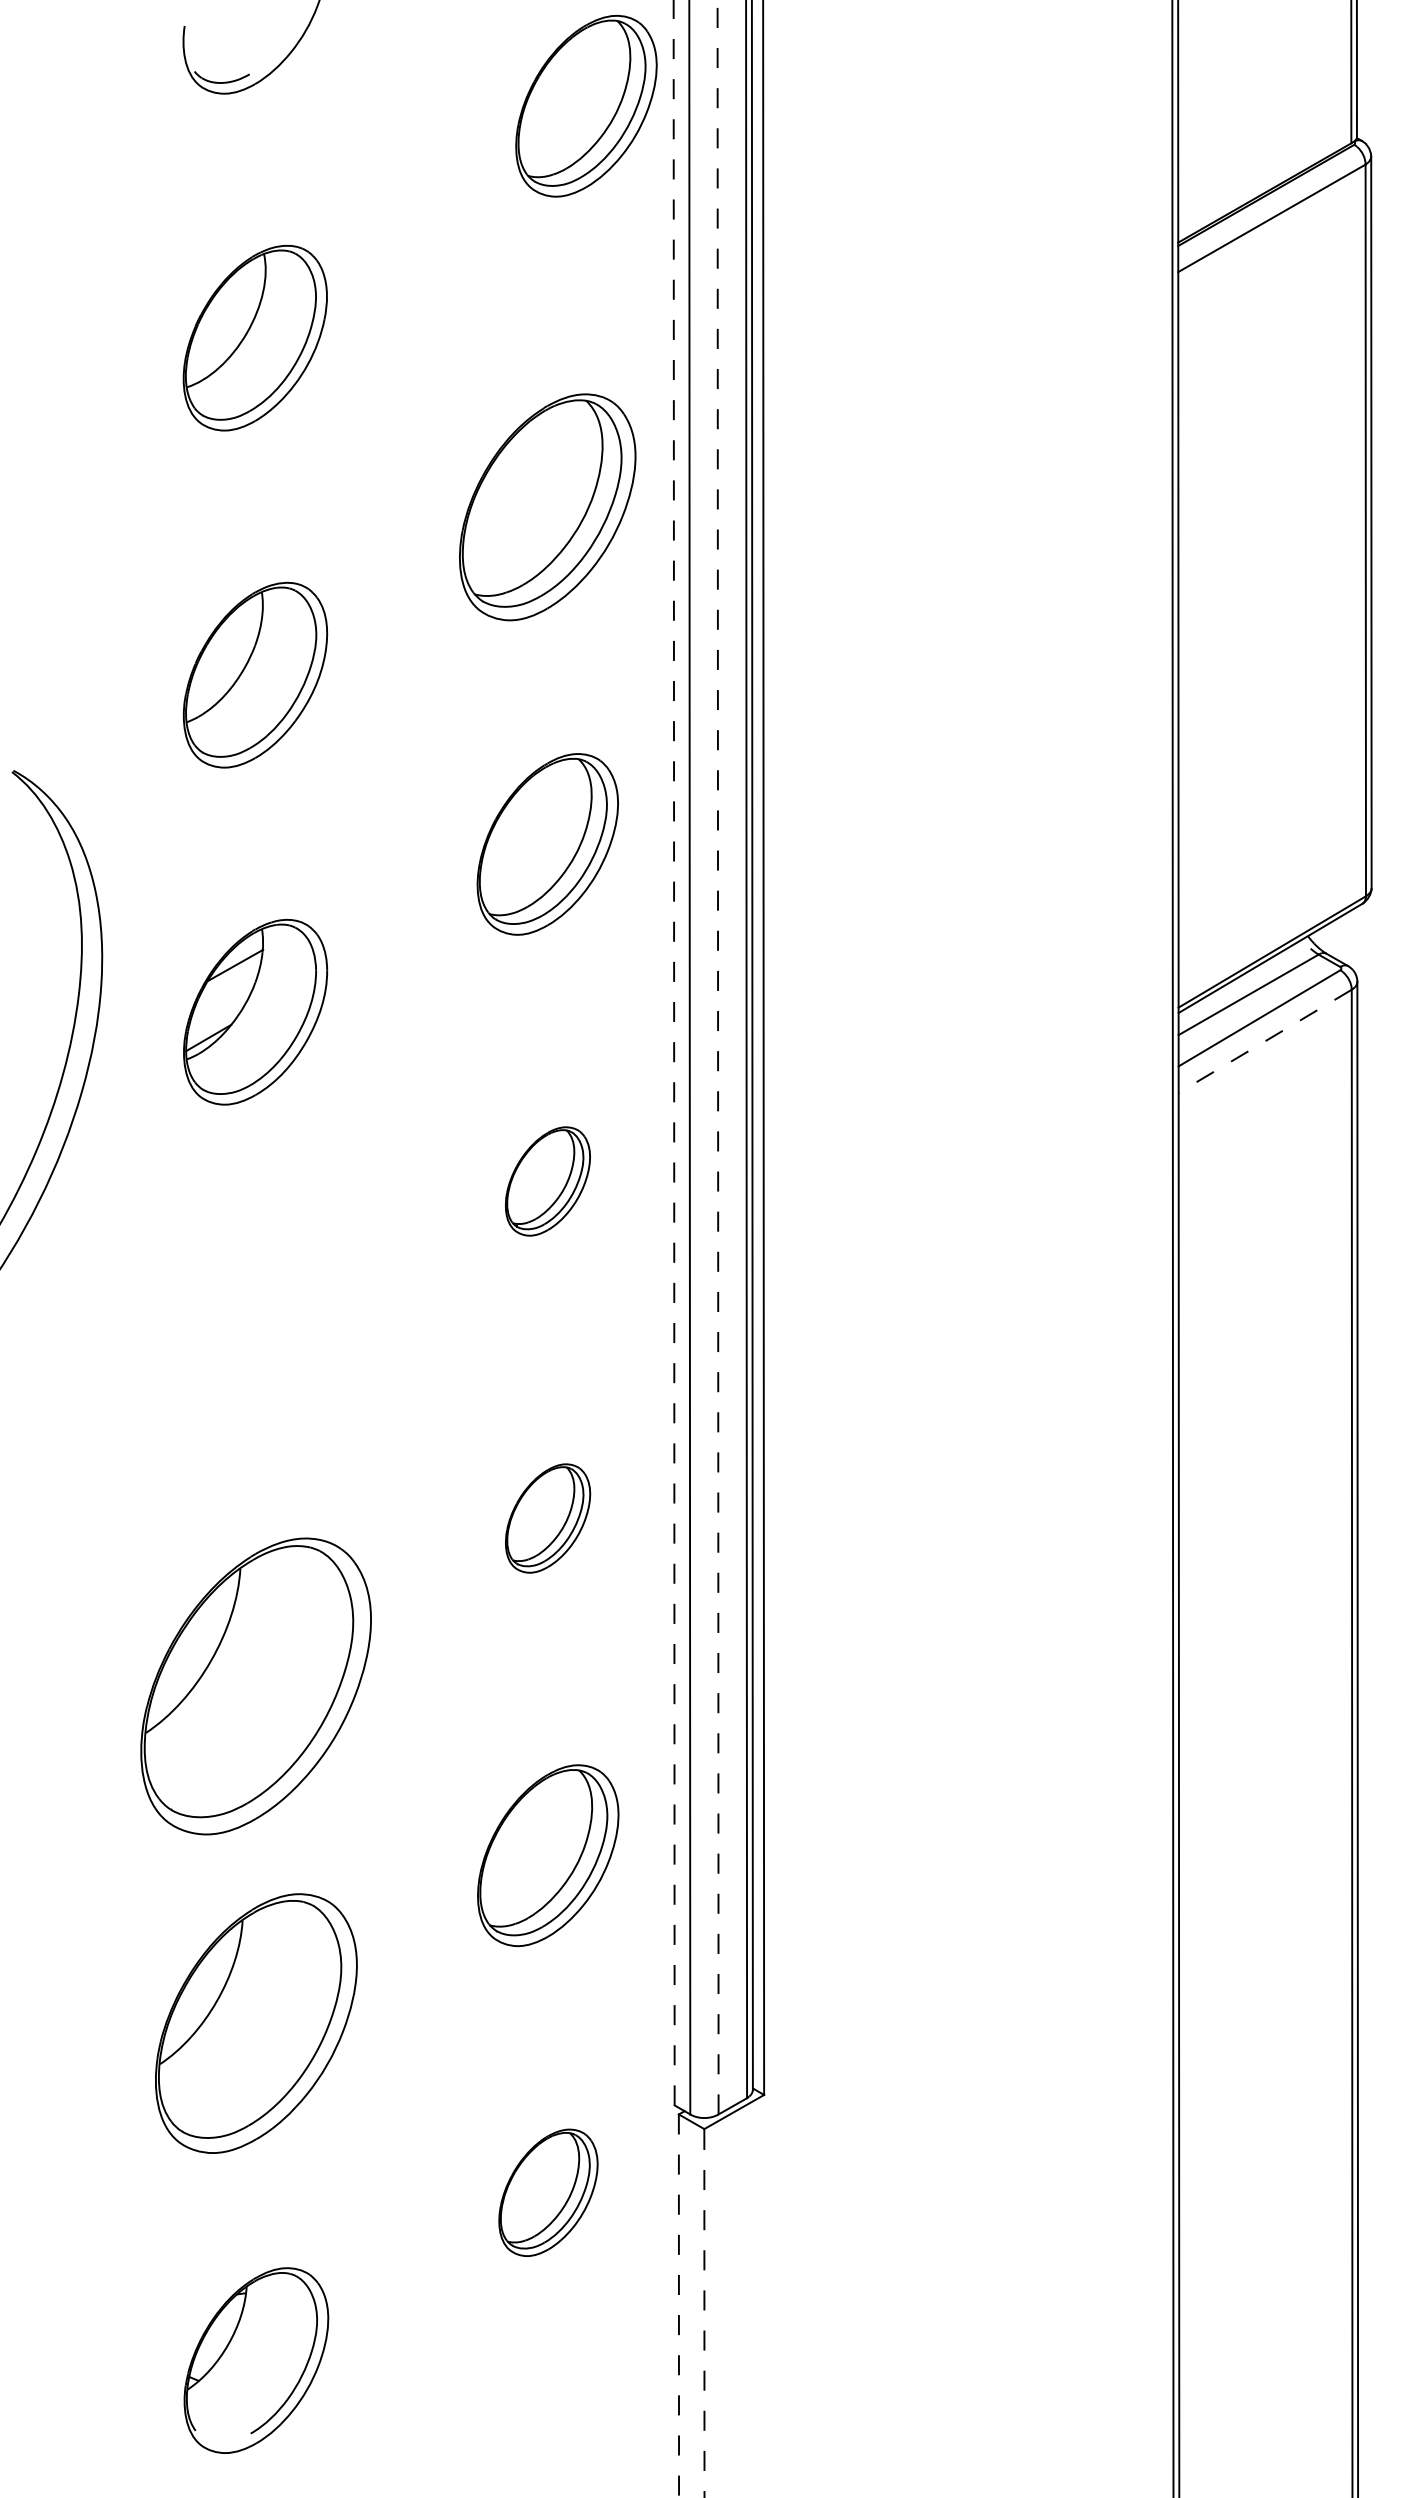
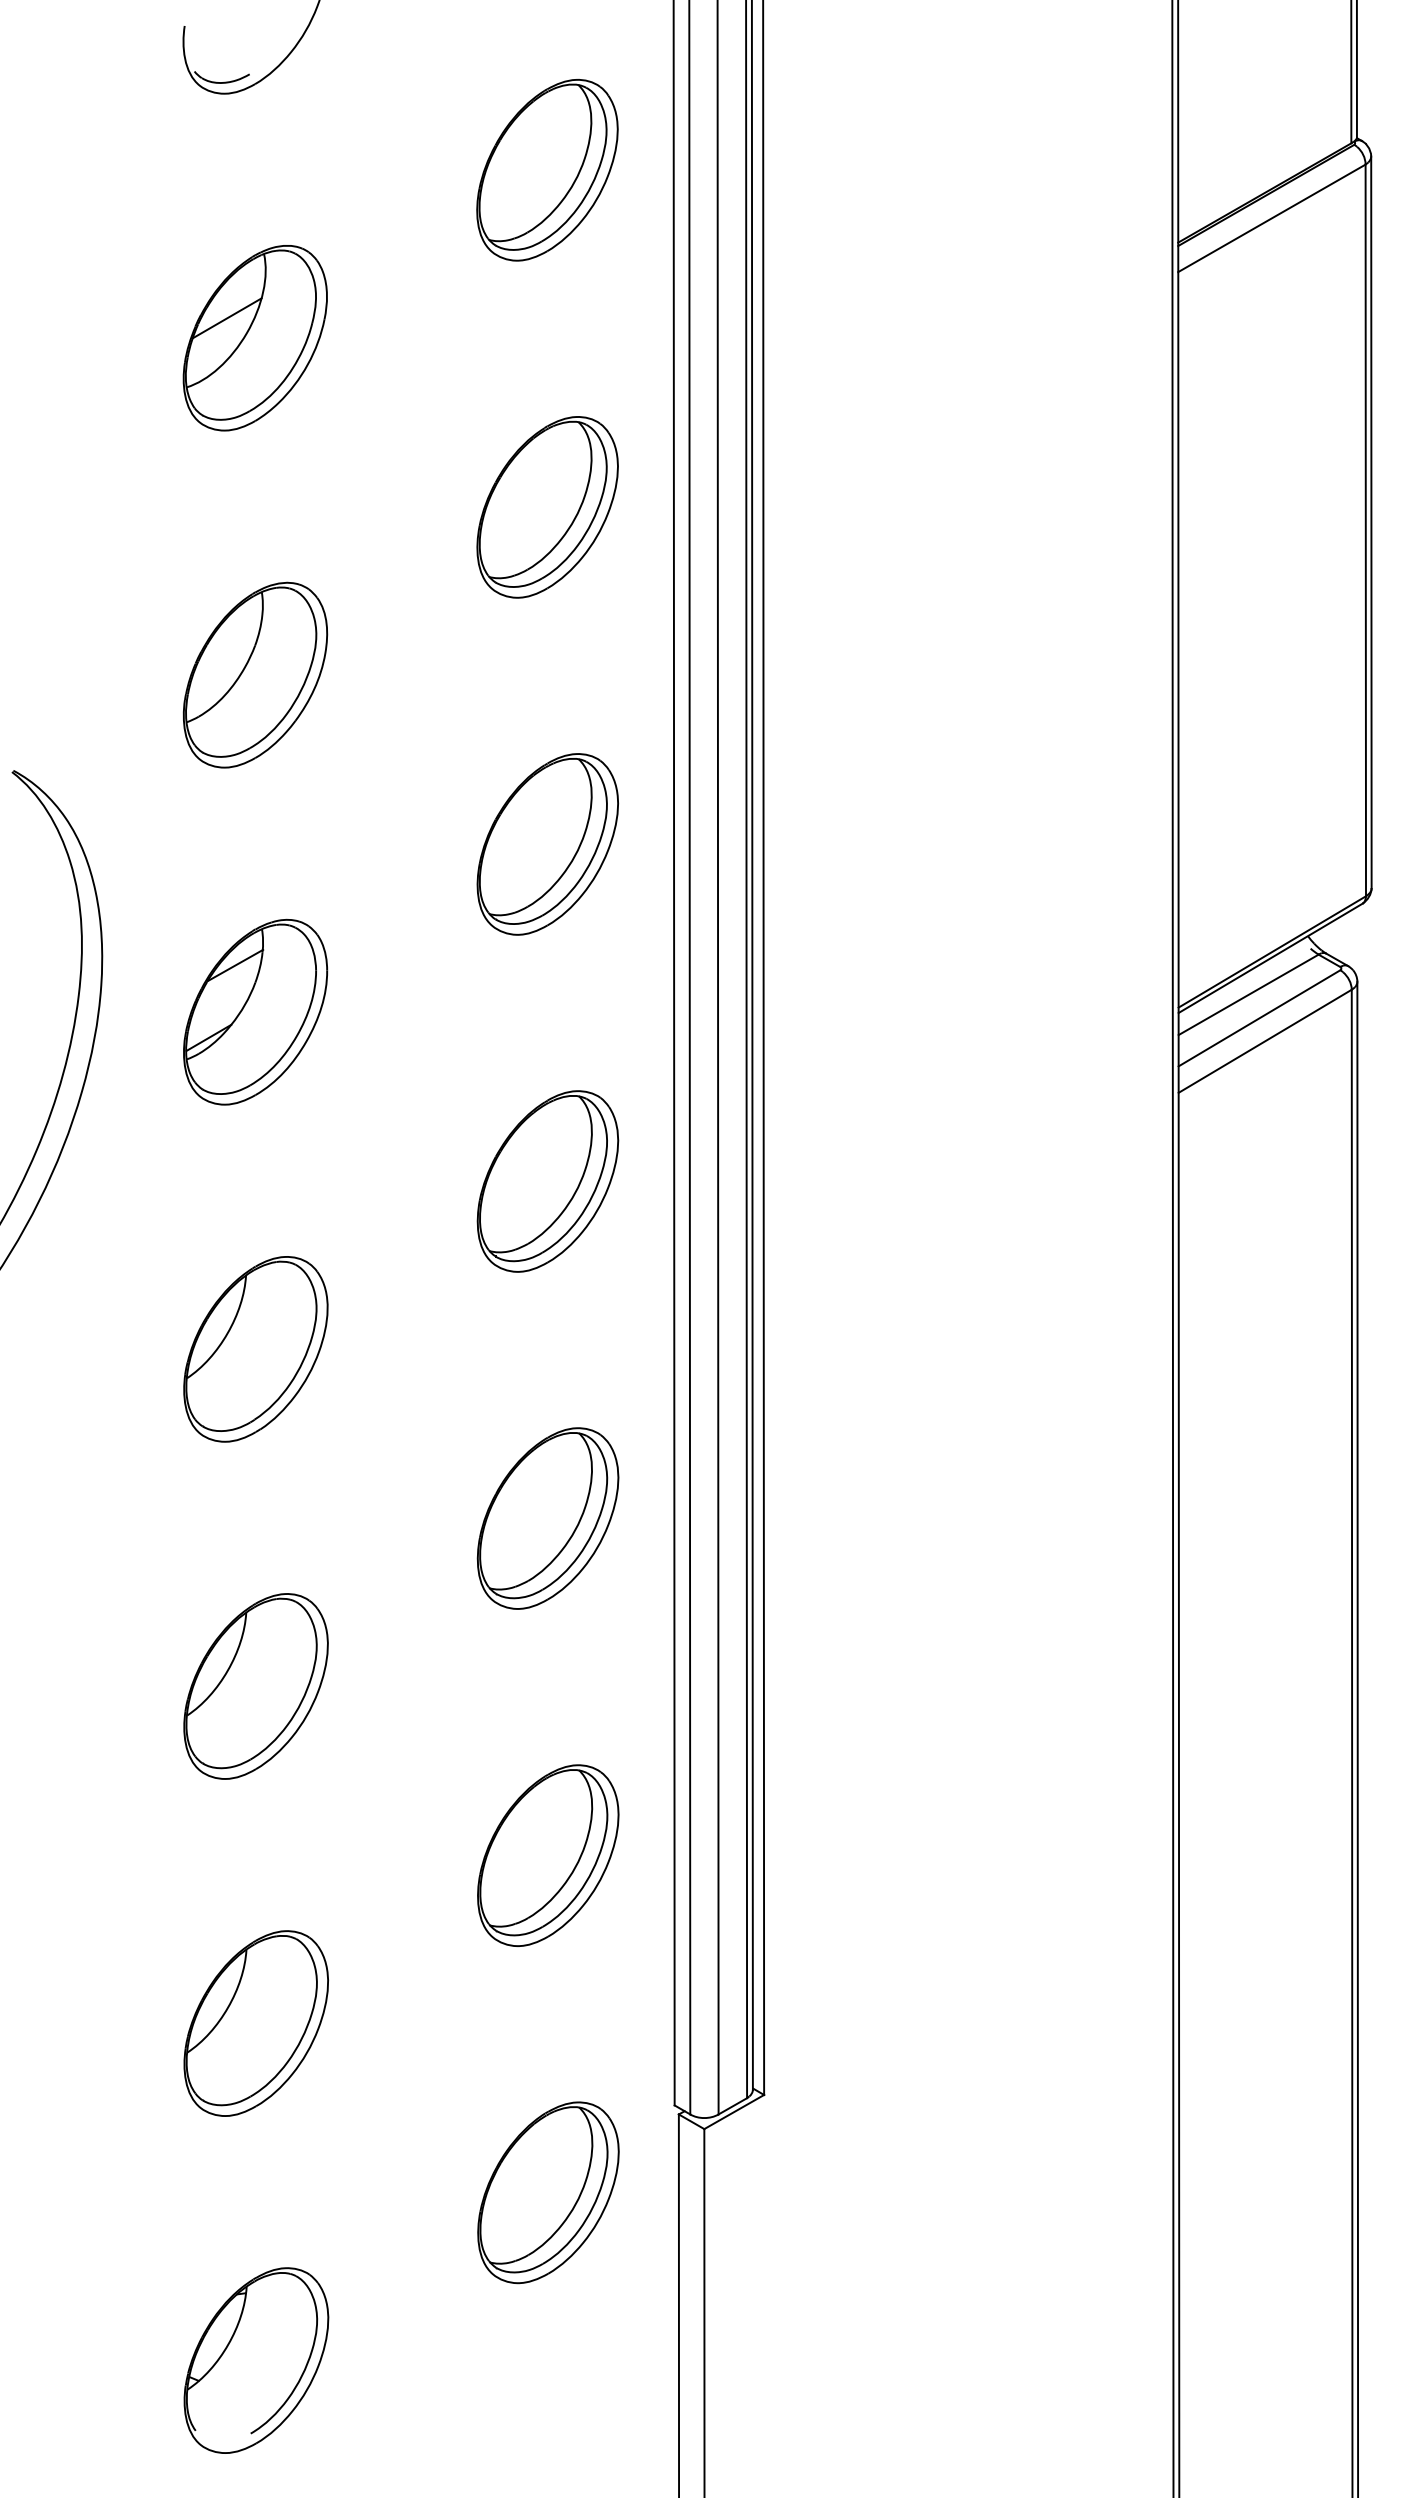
part at (586, 106) position: (586, 106) -> (547, 170)
line at (226, 318): none -> present
part at (547, 507) size: 178x229 px -> 143x183 px
line at (1265, 1041): dashed -> solid
line at (674, 1052): dashed -> solid
line at (718, 1057): dashed -> solid
part at (547, 1181) size: 86x111 px -> 144x183 px
part at (255, 1349): none -> present
part at (548, 1518) size: 87x111 px -> 144x183 px
part at (255, 1686) size: 232x299 px -> 146x187 px
part at (256, 2023) size: 203x261 px -> 146x187 px
part at (548, 2192) size: 101x129 px -> 143x184 px
line at (678, 2306): dashed -> solid
line at (704, 2313): dashed -> solid
